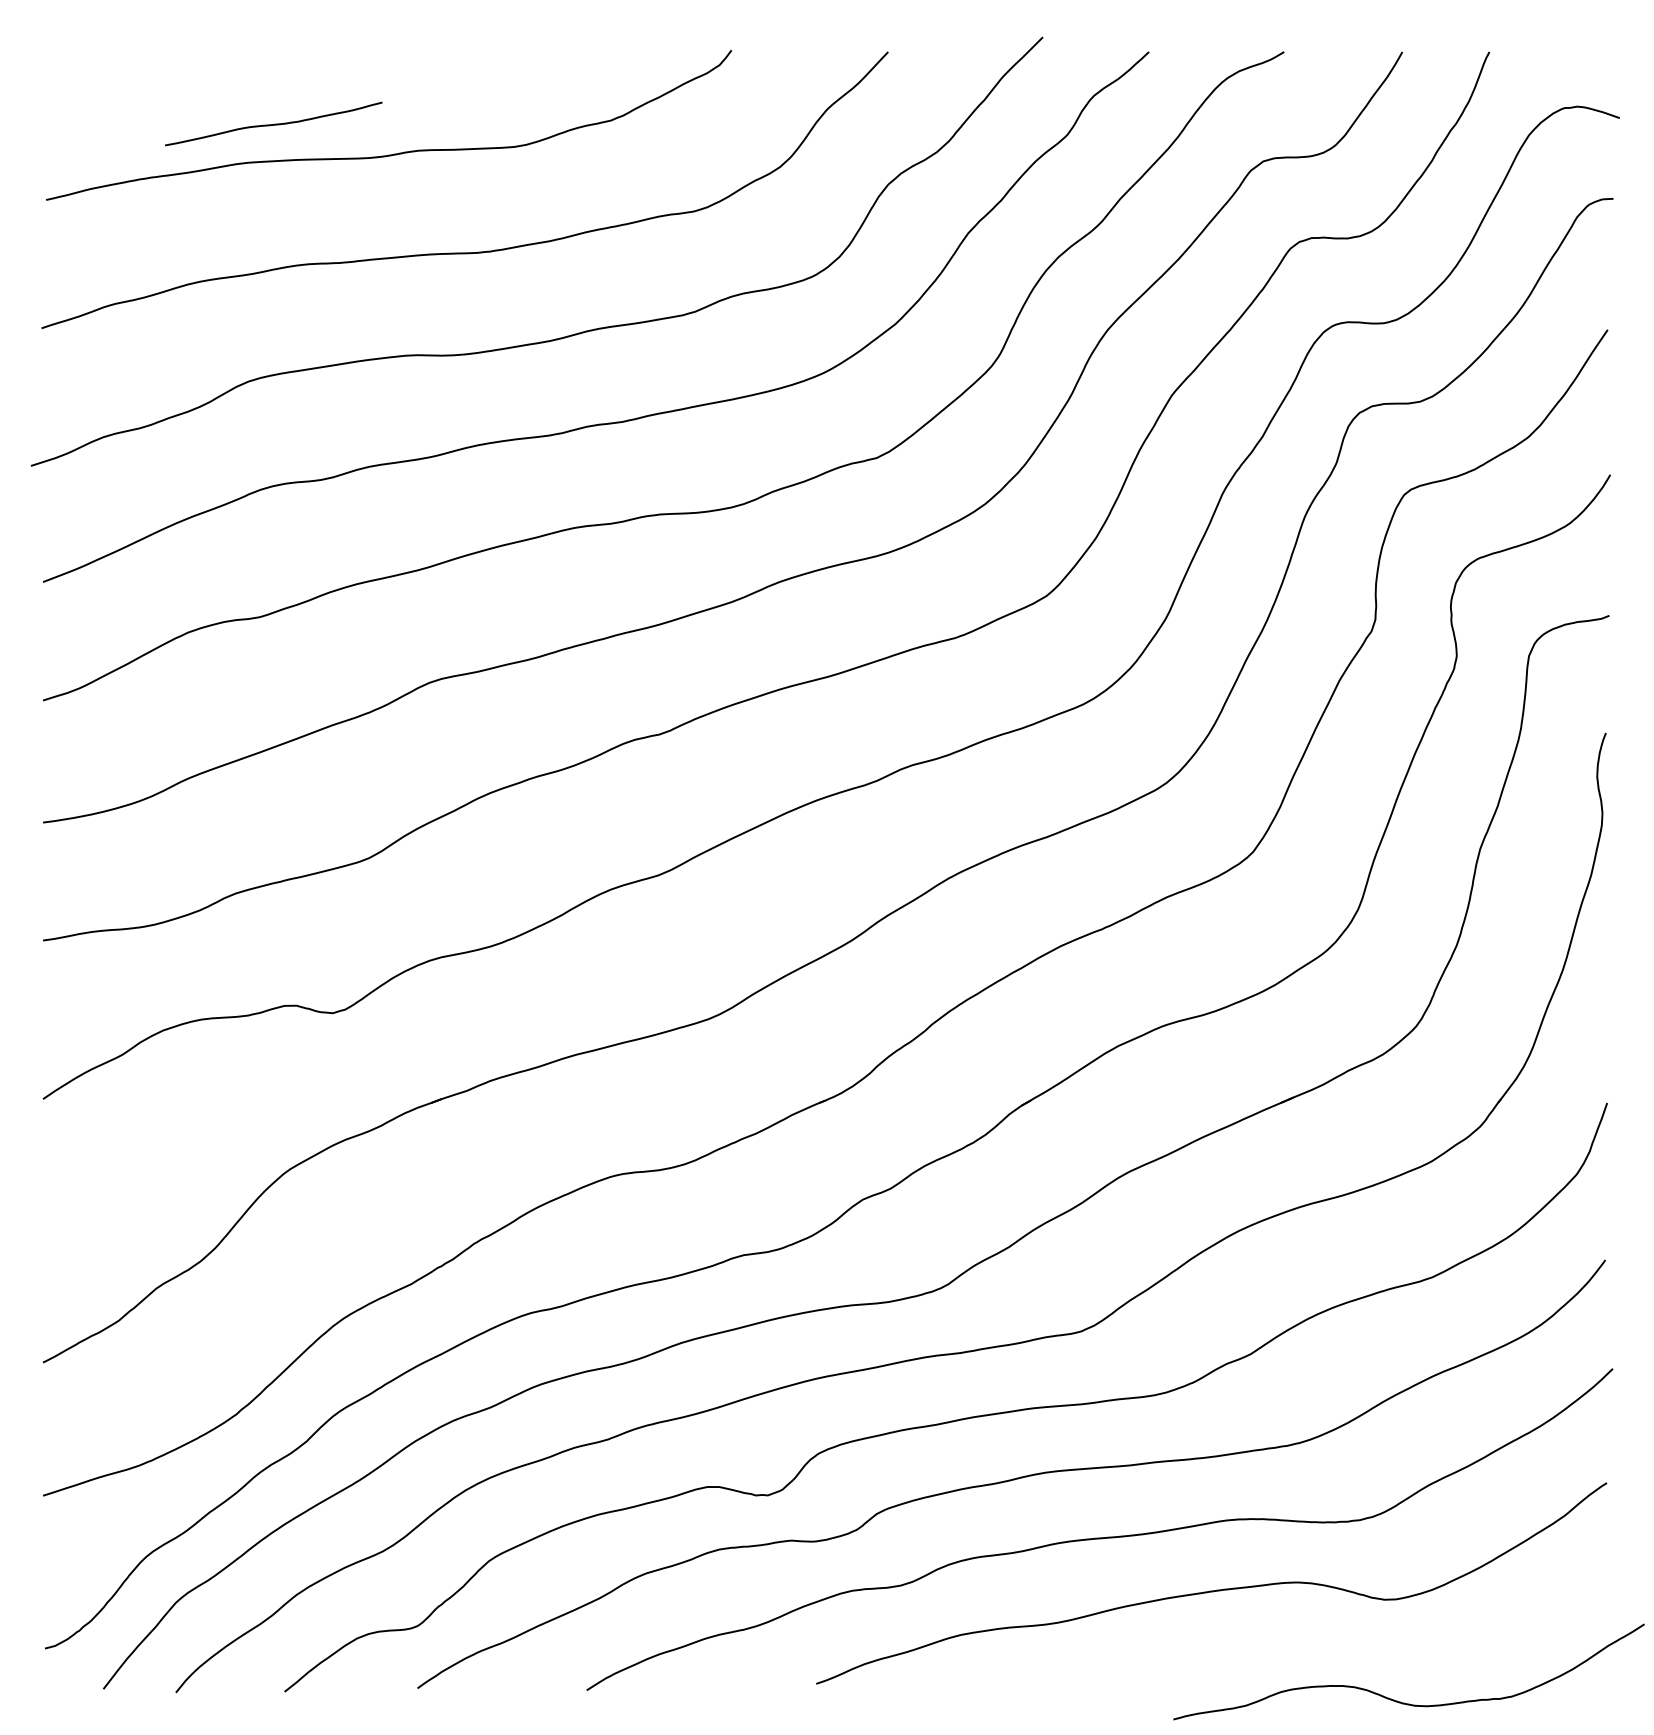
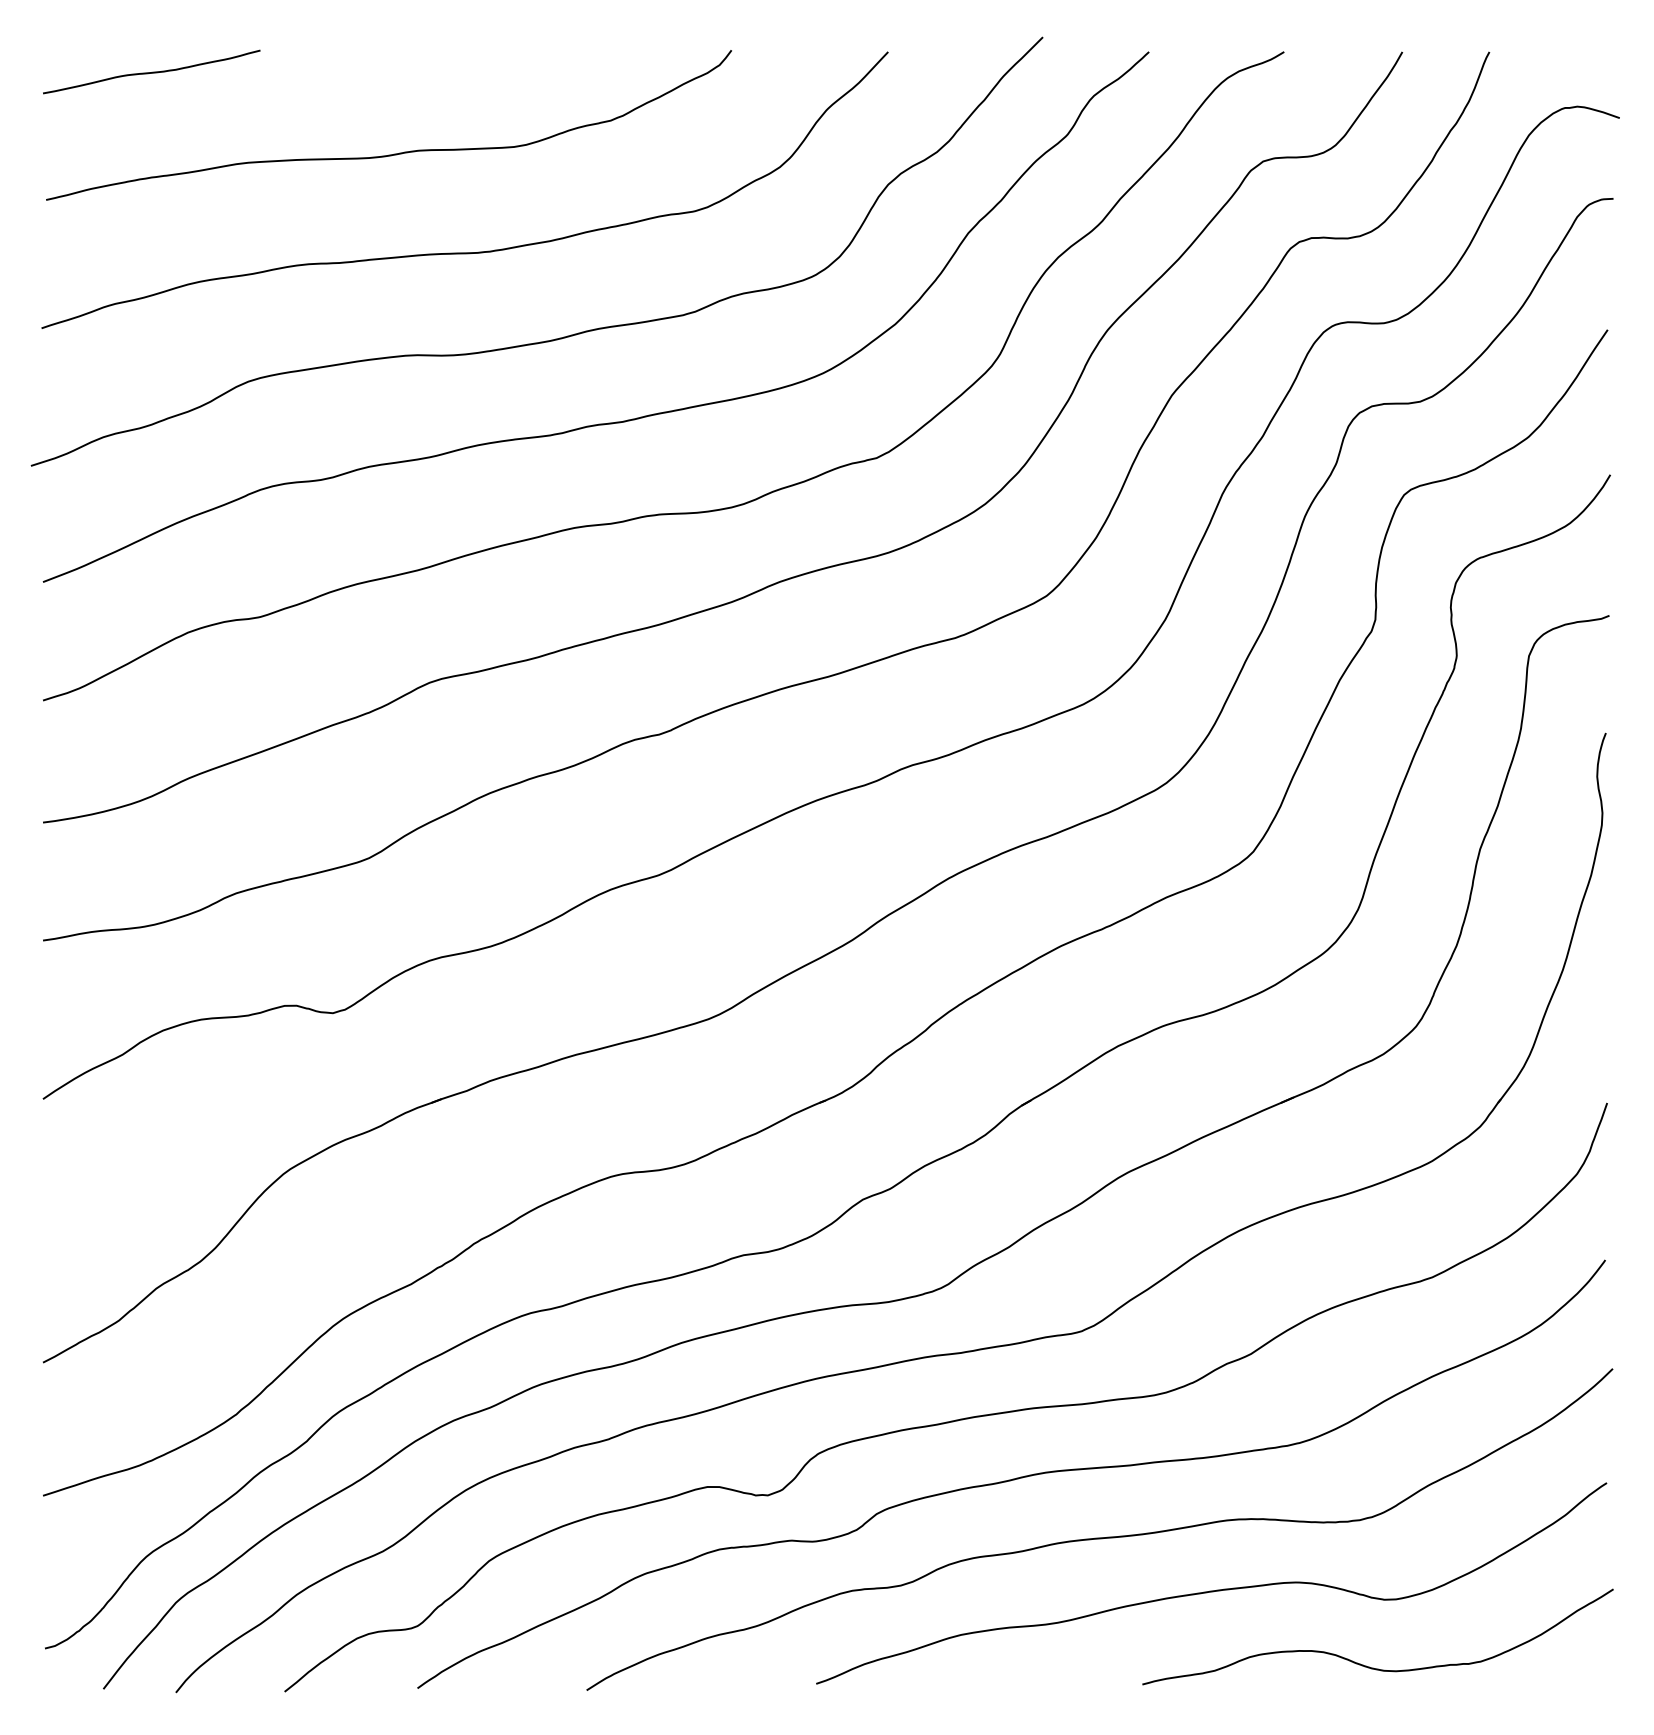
curve at (274, 123) position: (274, 123) -> (152, 71)
curve at (1397, 1700) position: (1397, 1700) -> (1366, 1665)
